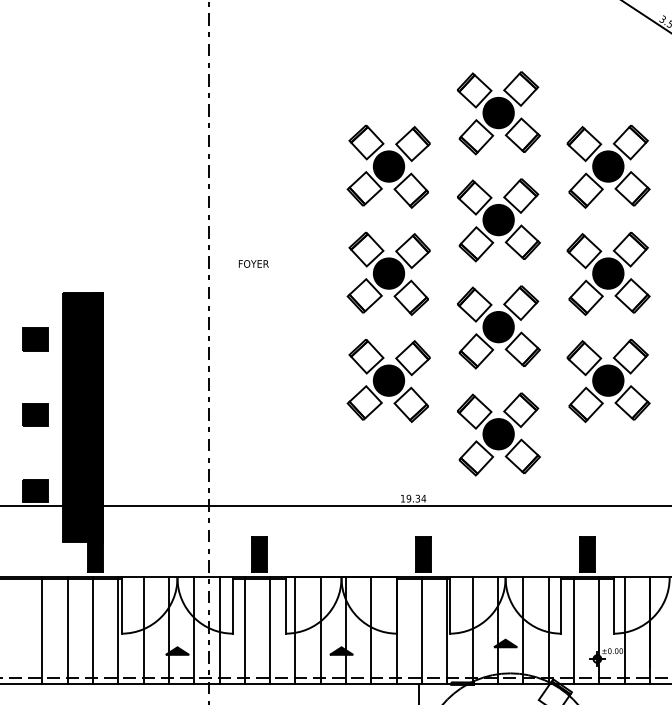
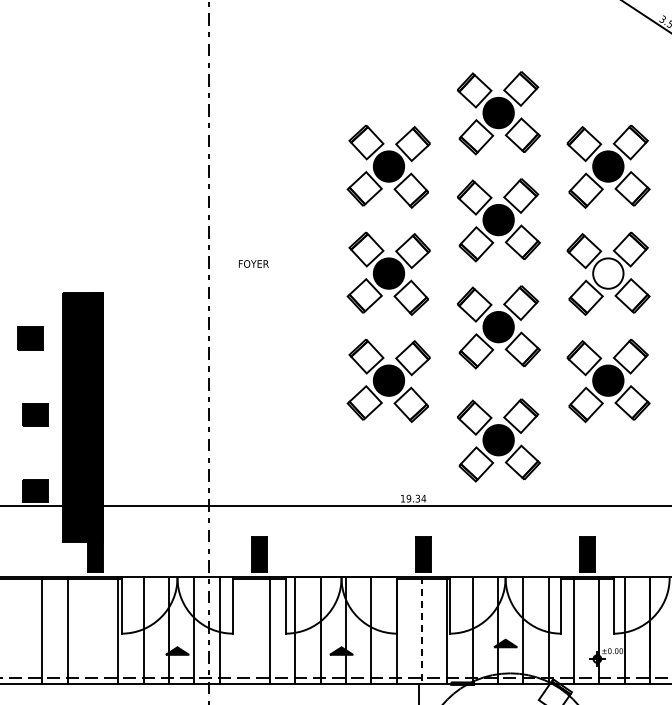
fill at (608, 273): present -> none
part at (35, 339) position: (35, 339) -> (30, 338)
part at (498, 434) position: (498, 434) -> (498, 440)
line at (92, 630): present -> none
line at (244, 630): present -> none
line at (422, 630): solid -> dashed
